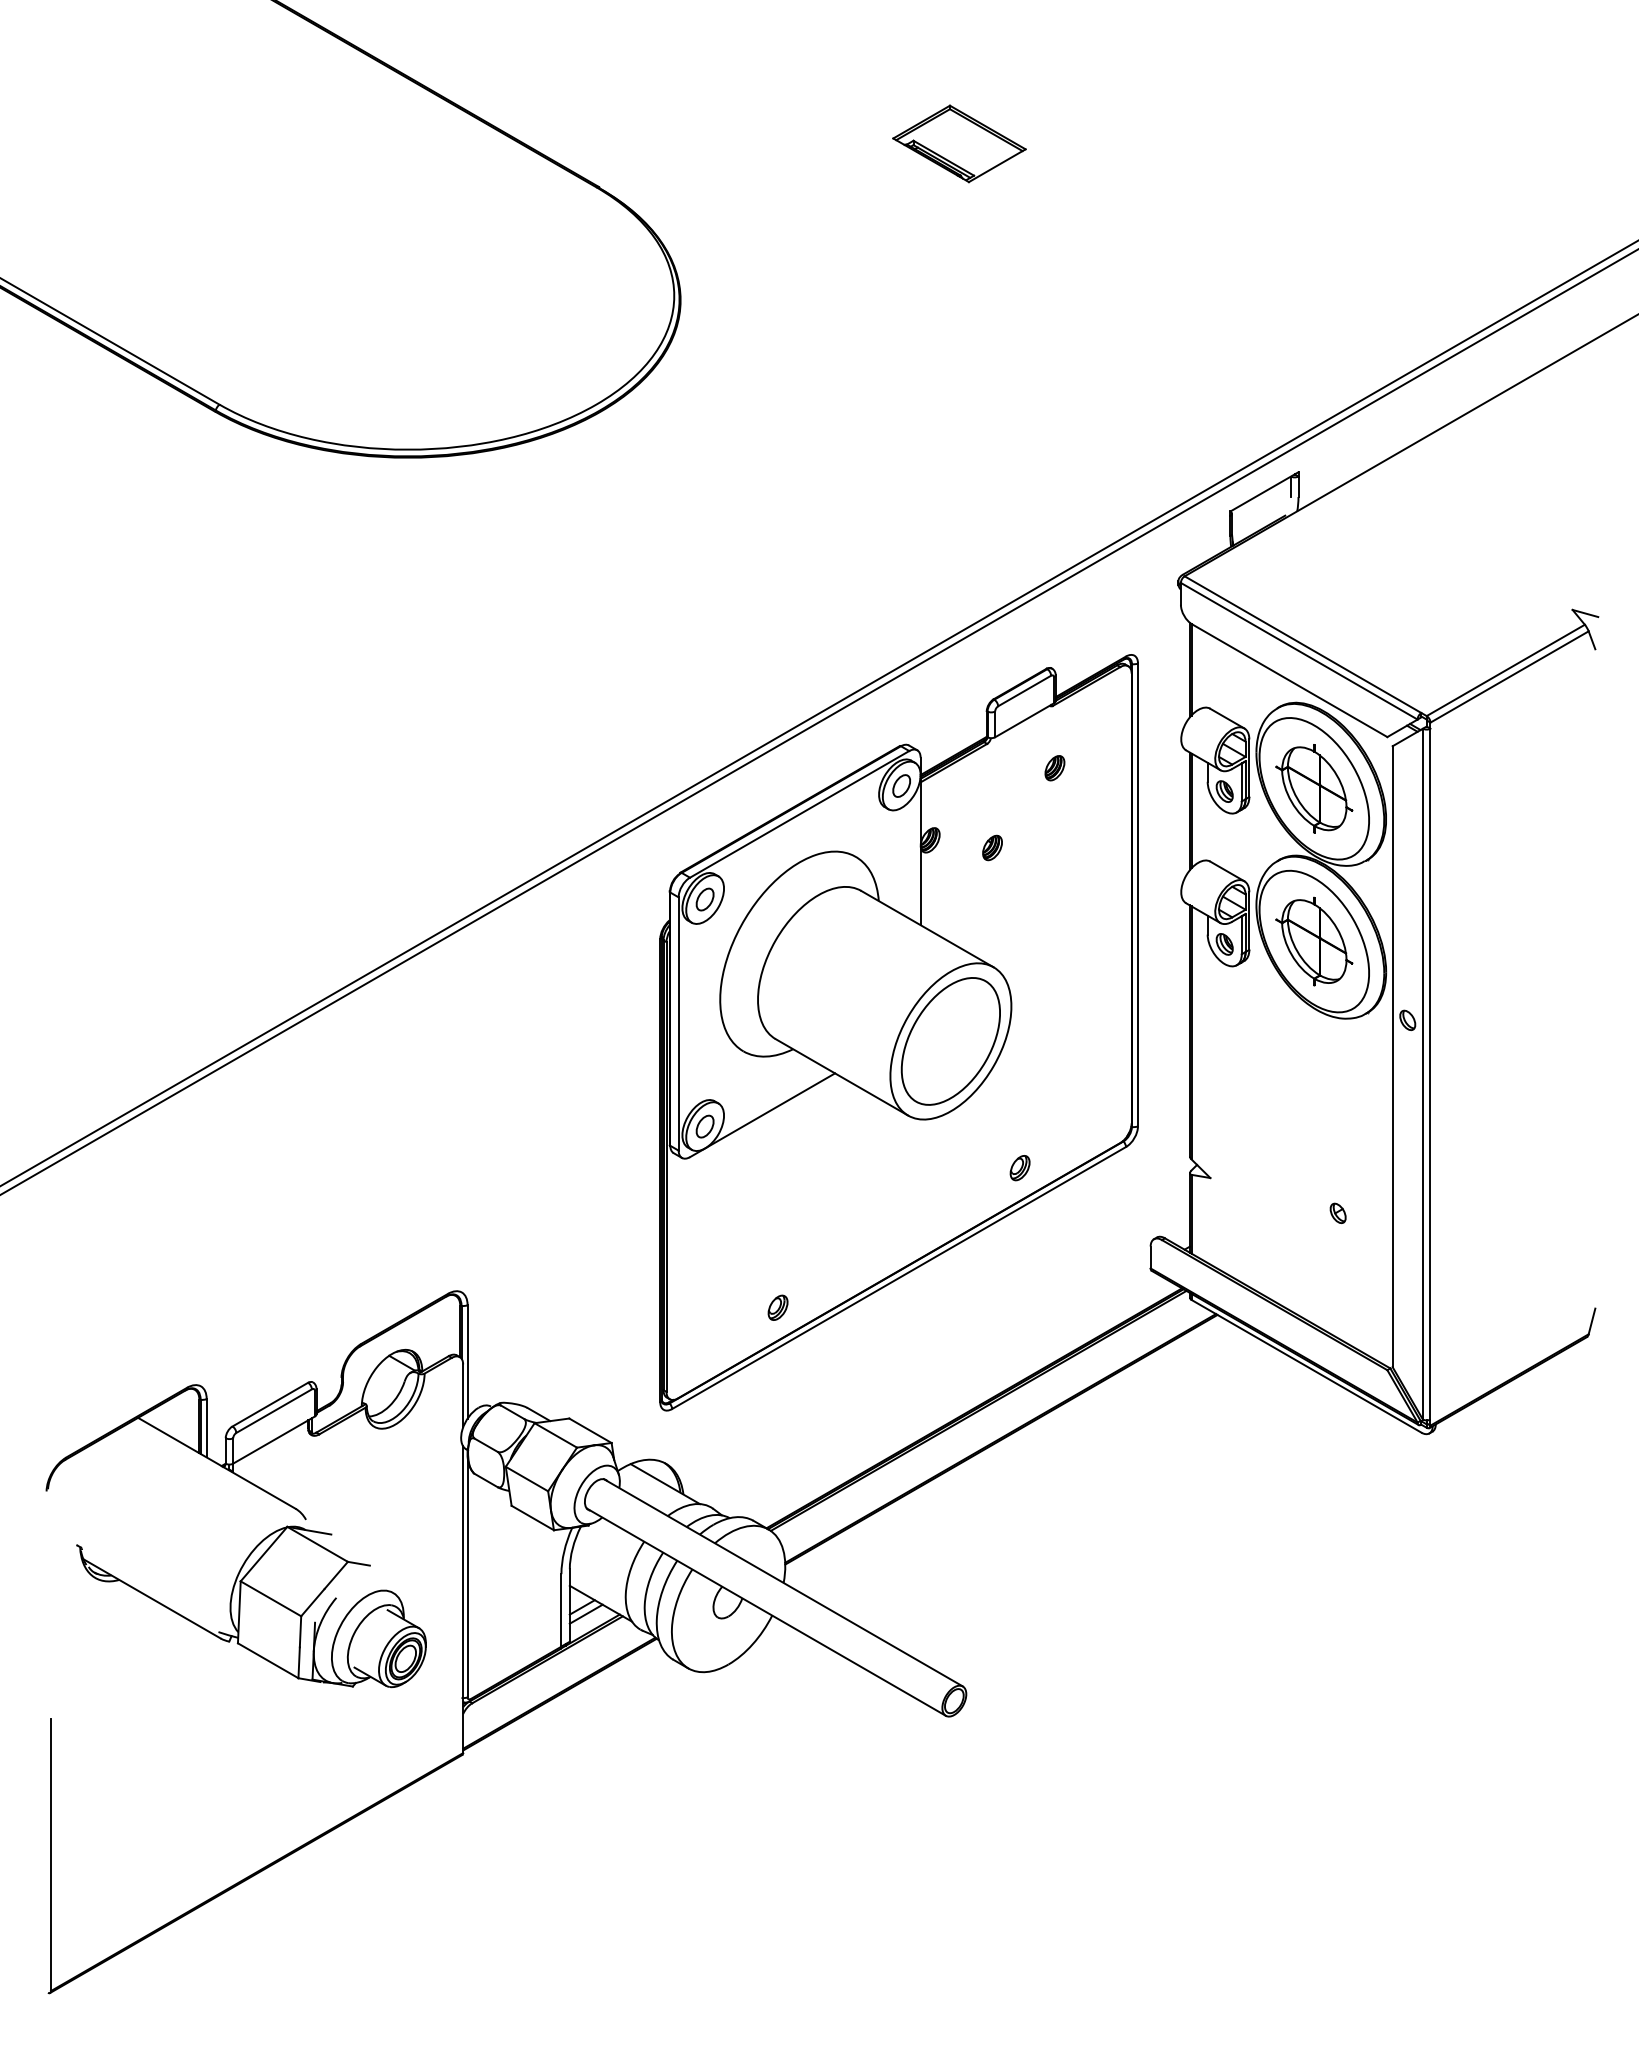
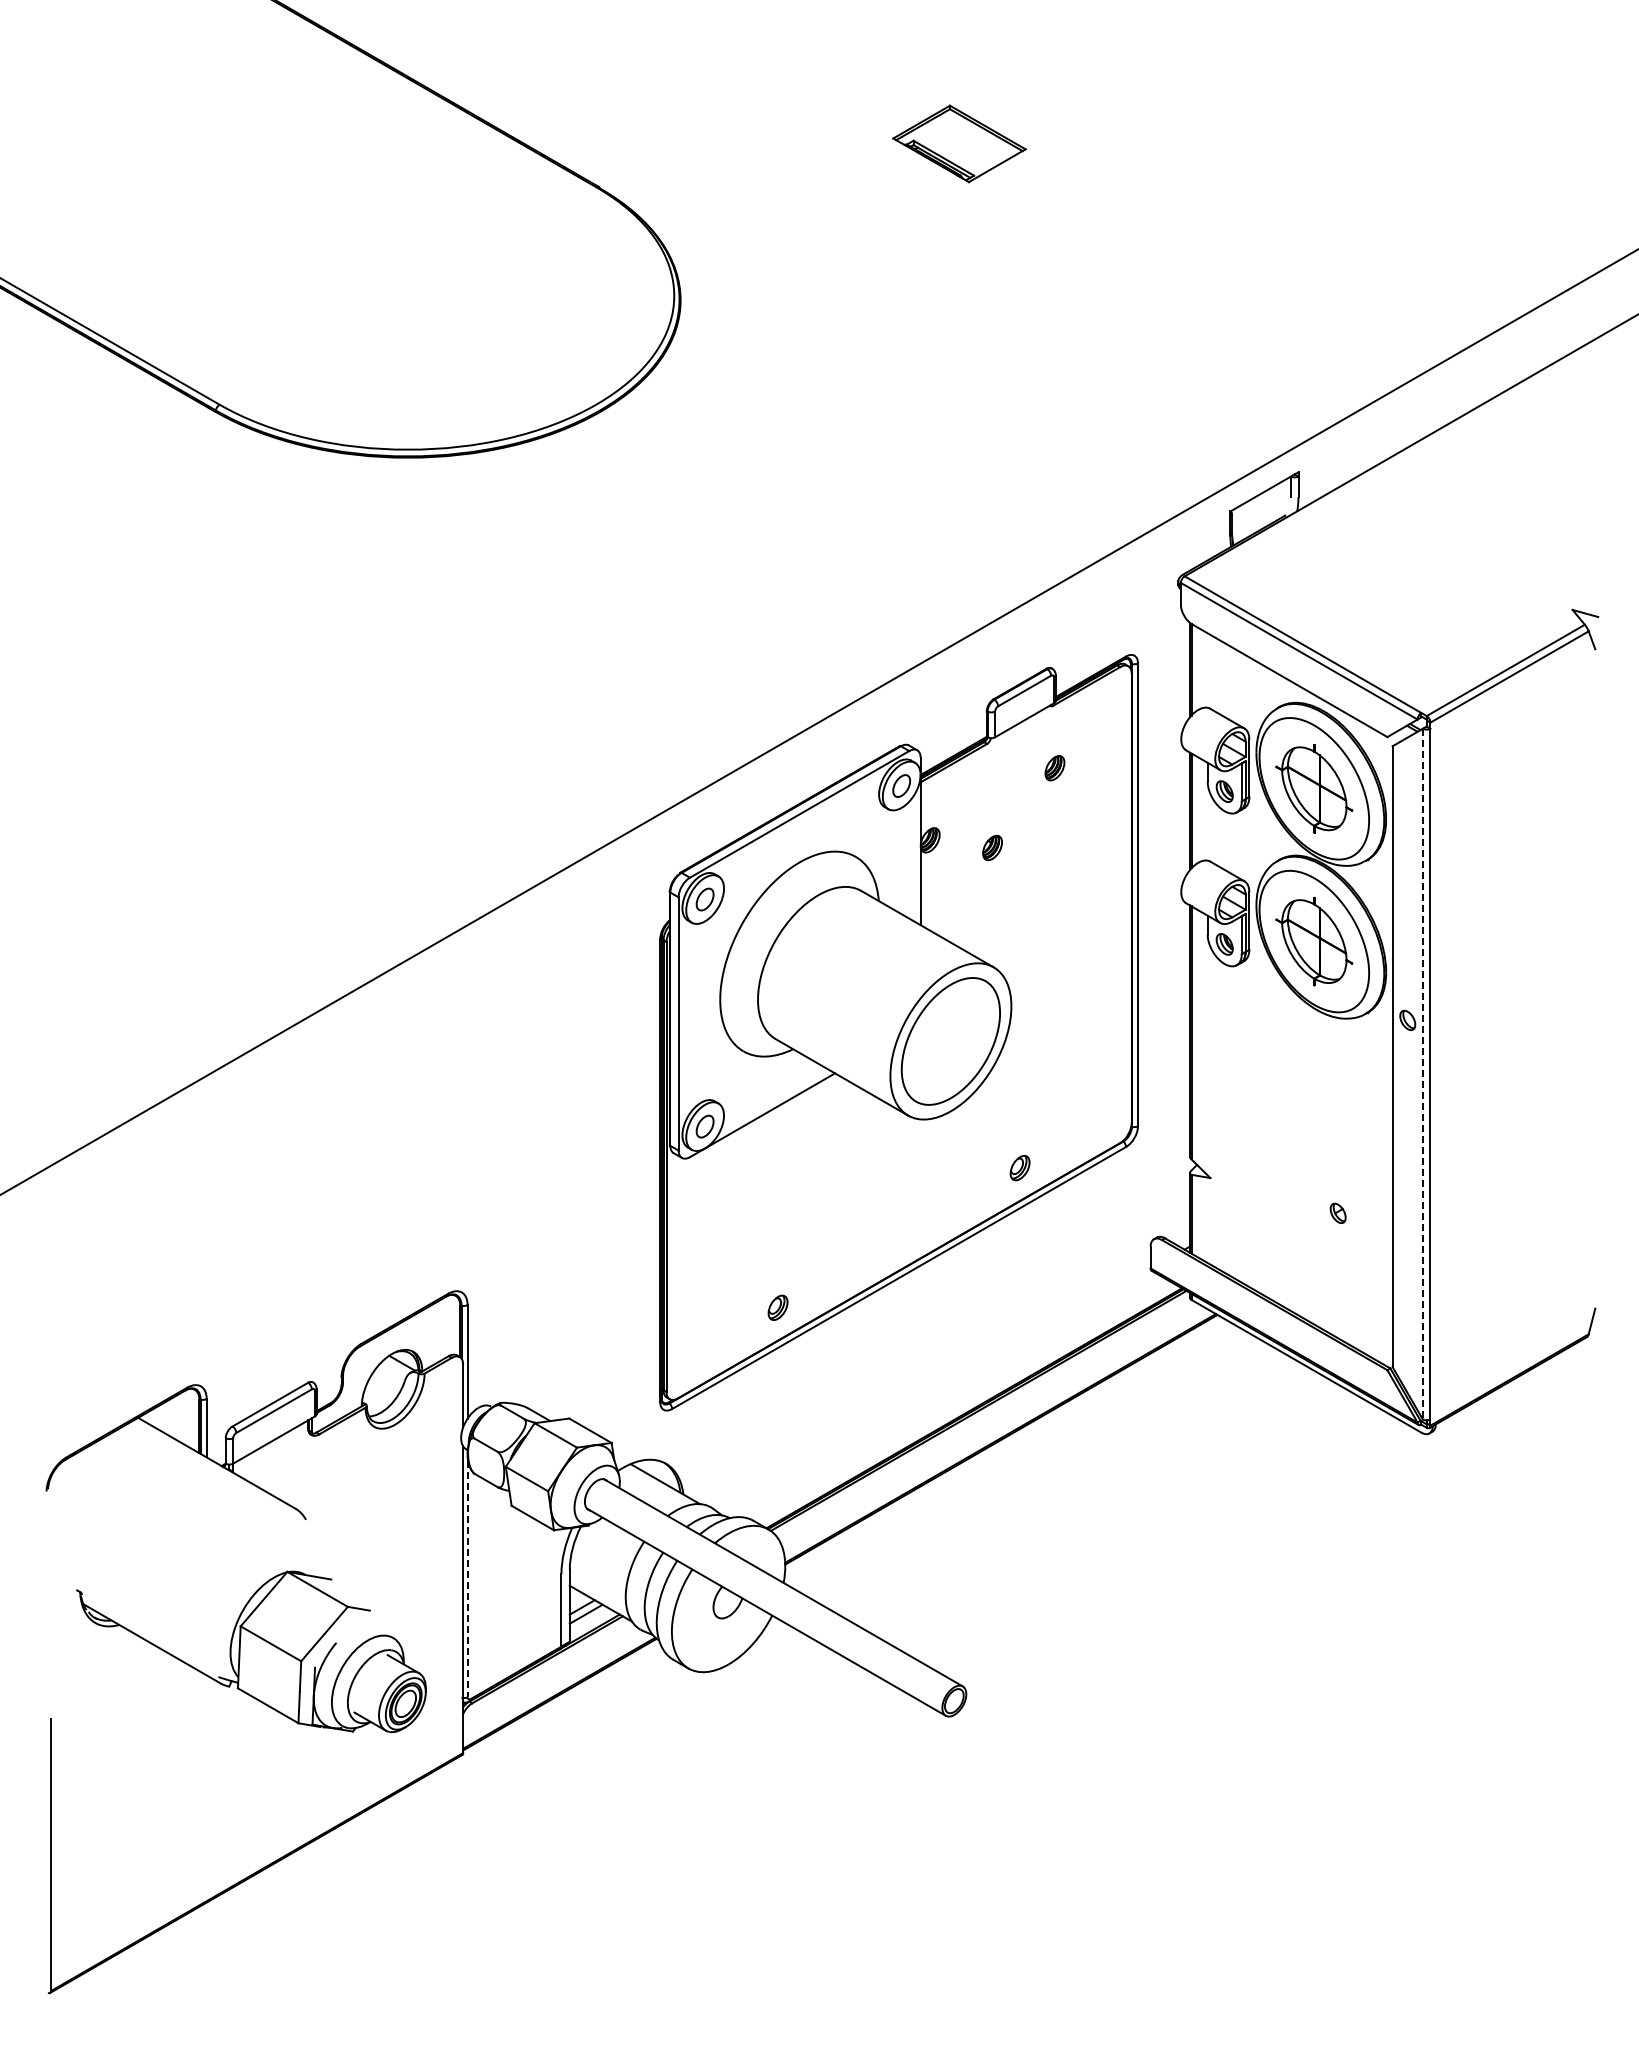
line at (818, 713): present -> none
line at (1422, 1074): solid -> dashed
line at (467, 1573): solid -> dashed
part at (251, 1606) position: (251, 1606) -> (251, 1651)
